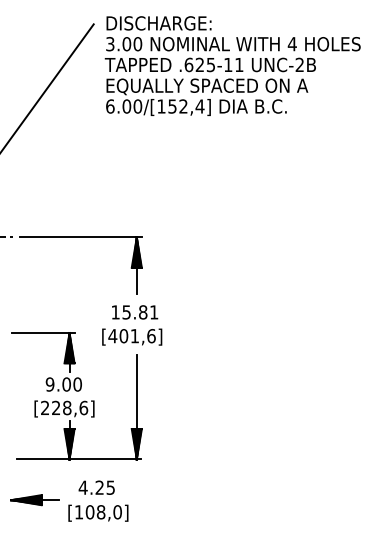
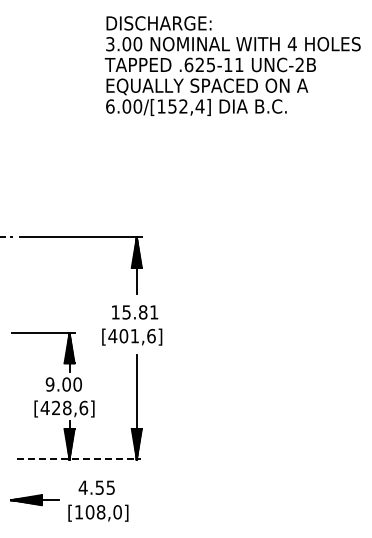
line at (47, 87): present -> none
text at (44, 407): [228,6] -> [428,6]
line at (79, 459): solid -> dashed
text at (99, 487): 4.25 -> 4.55
